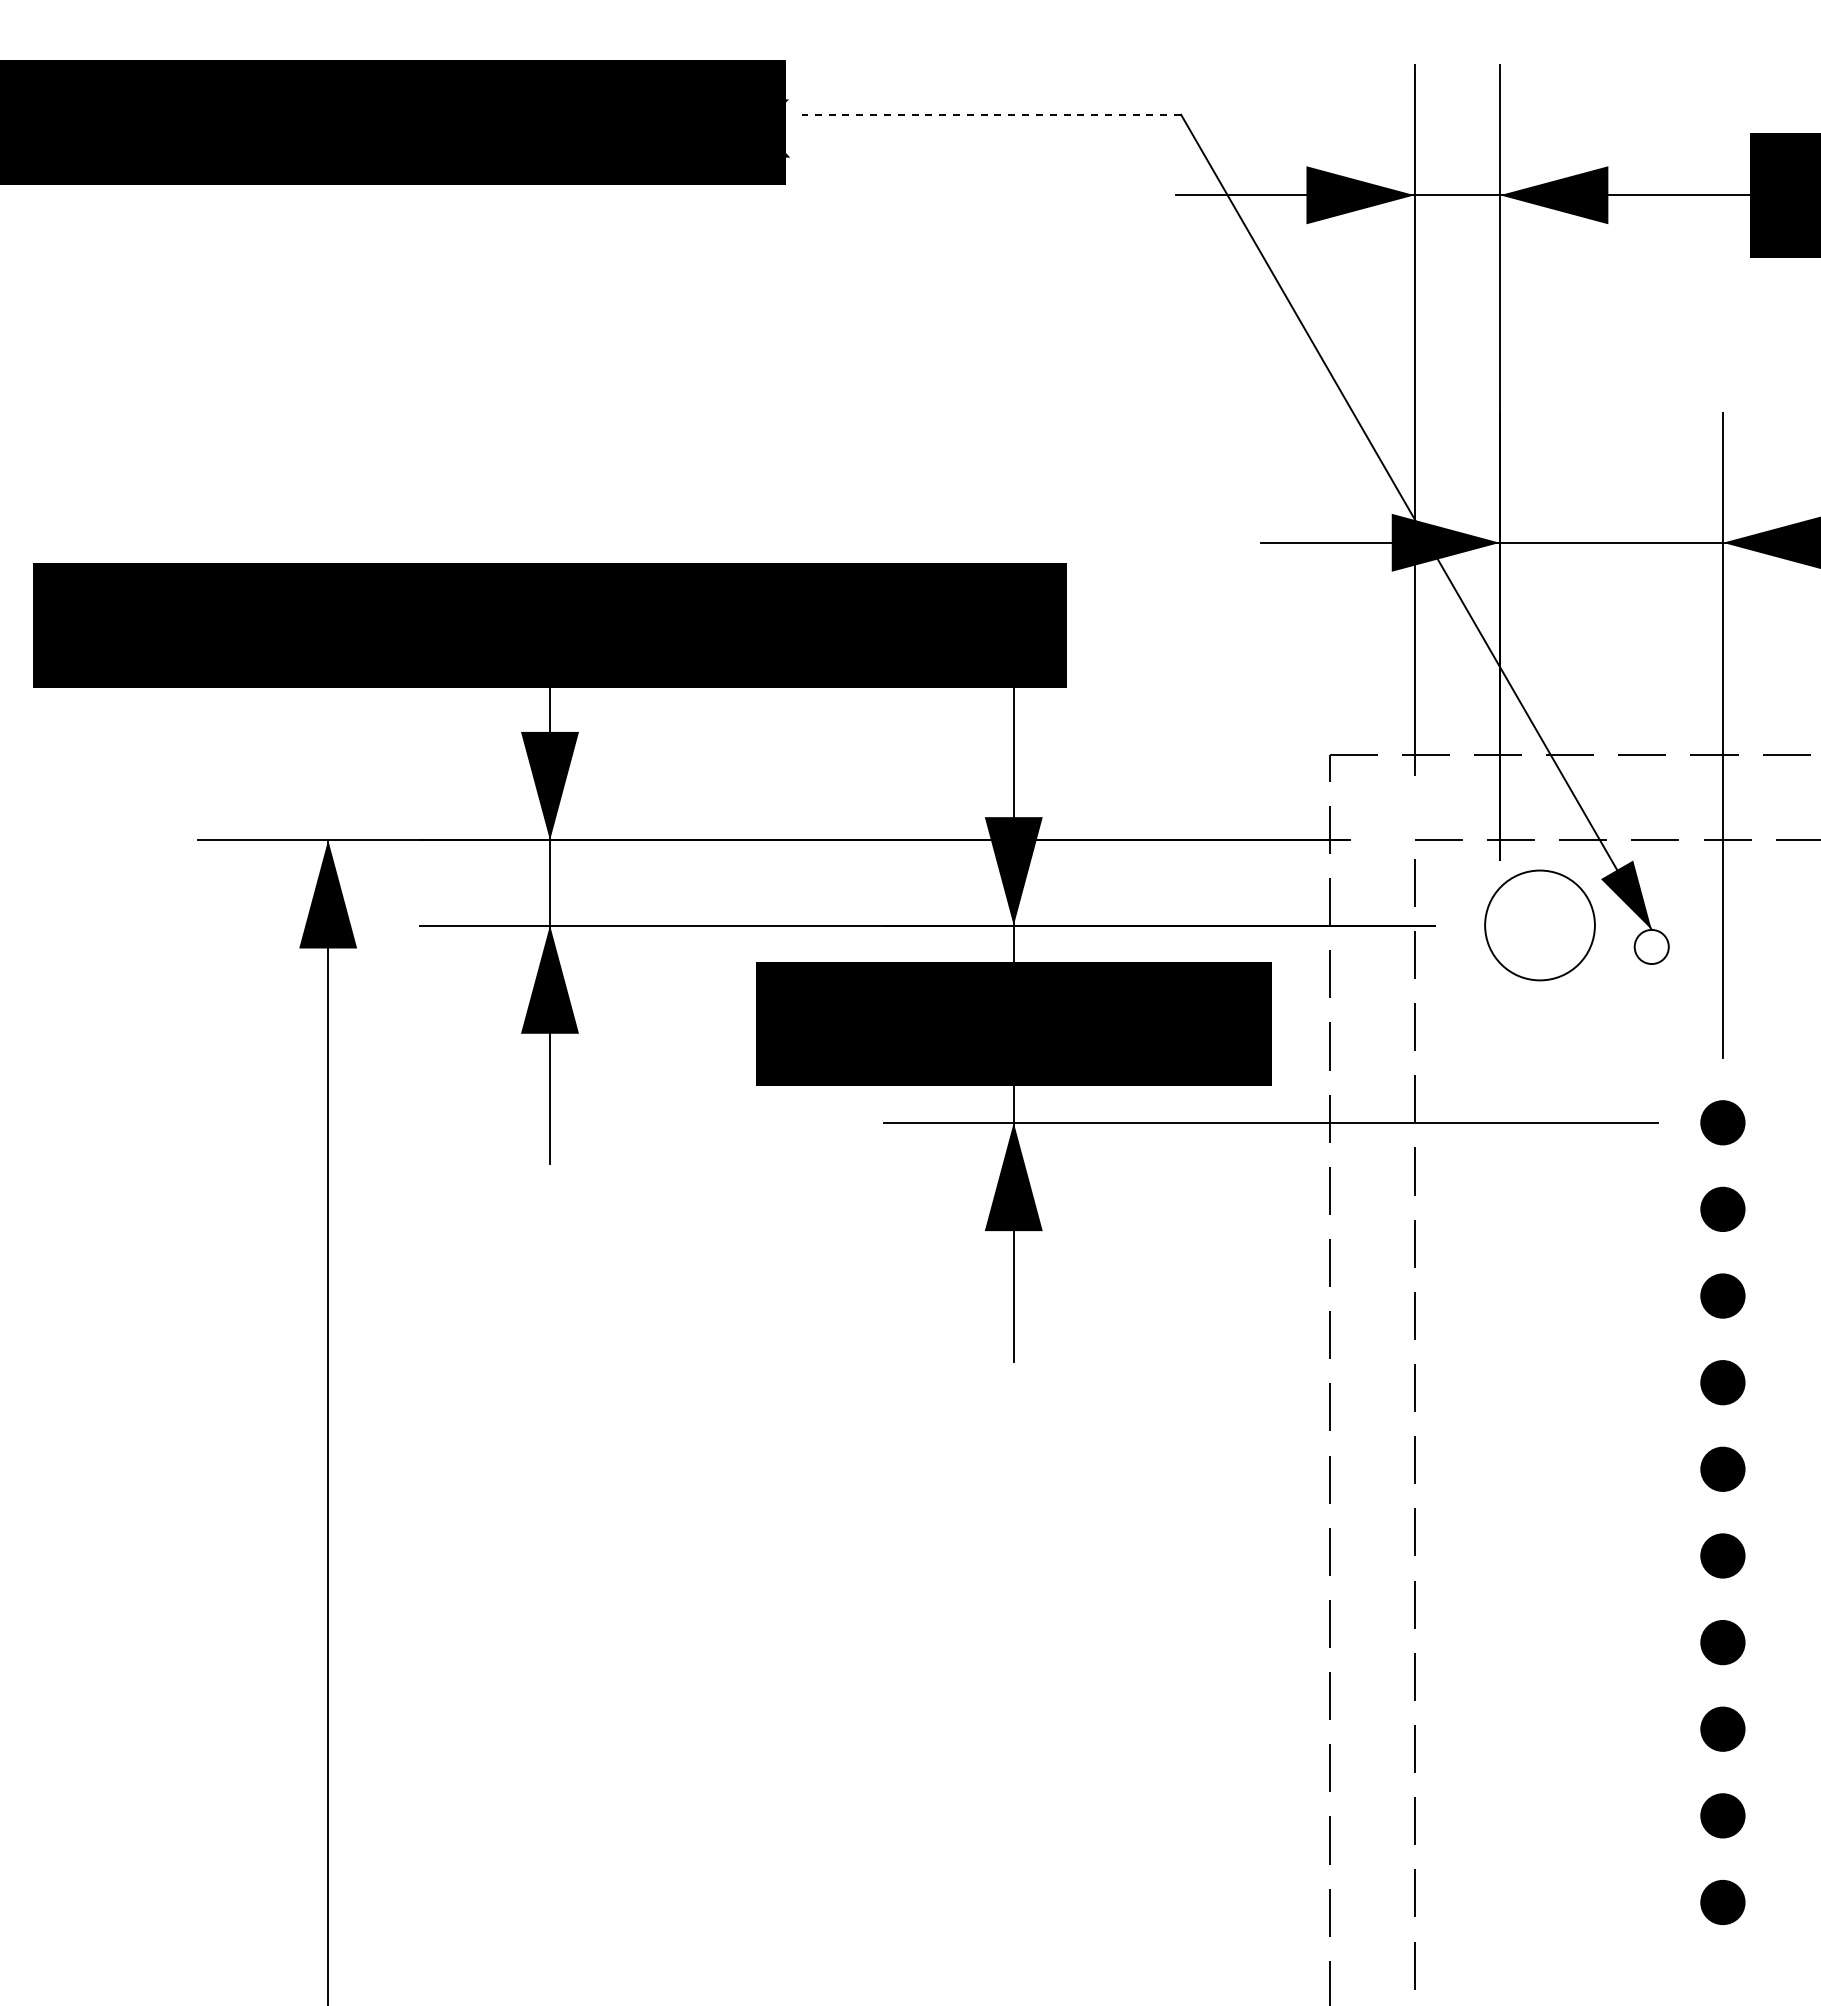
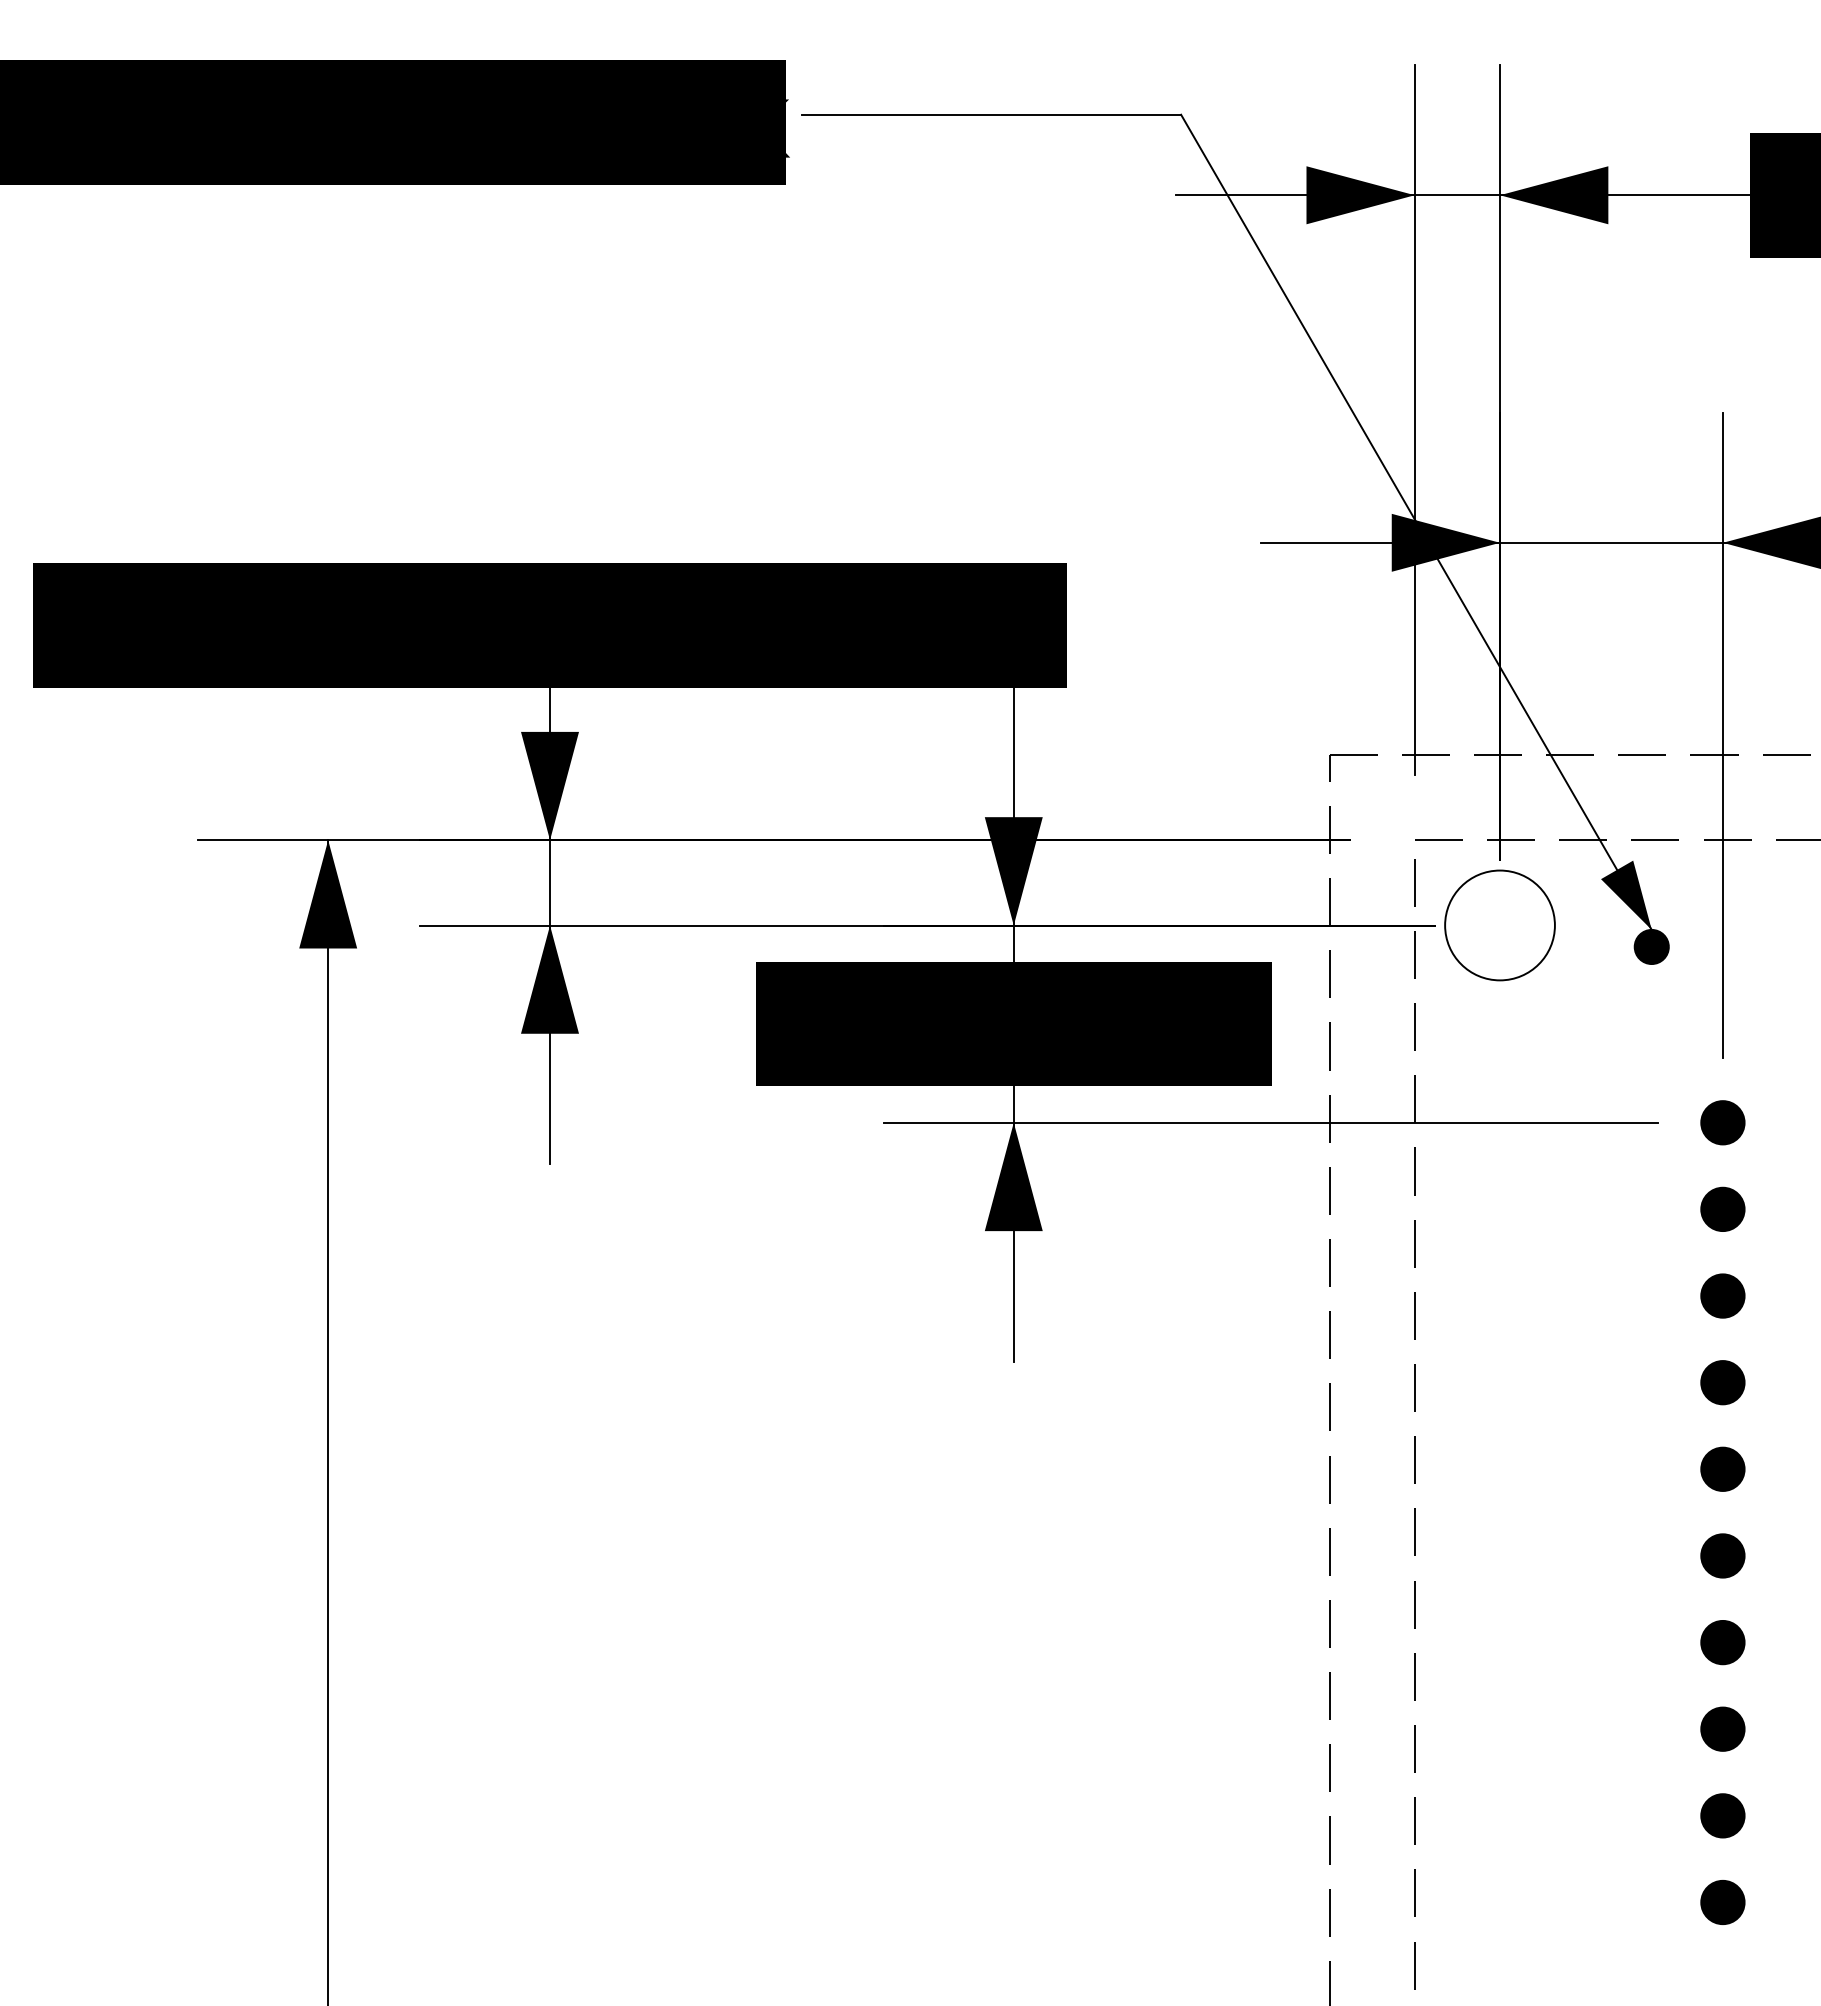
line at (991, 114): dashed -> solid
circle at (1539, 925) position: (1539, 925) -> (1499, 925)
fill at (1651, 946): none -> present
